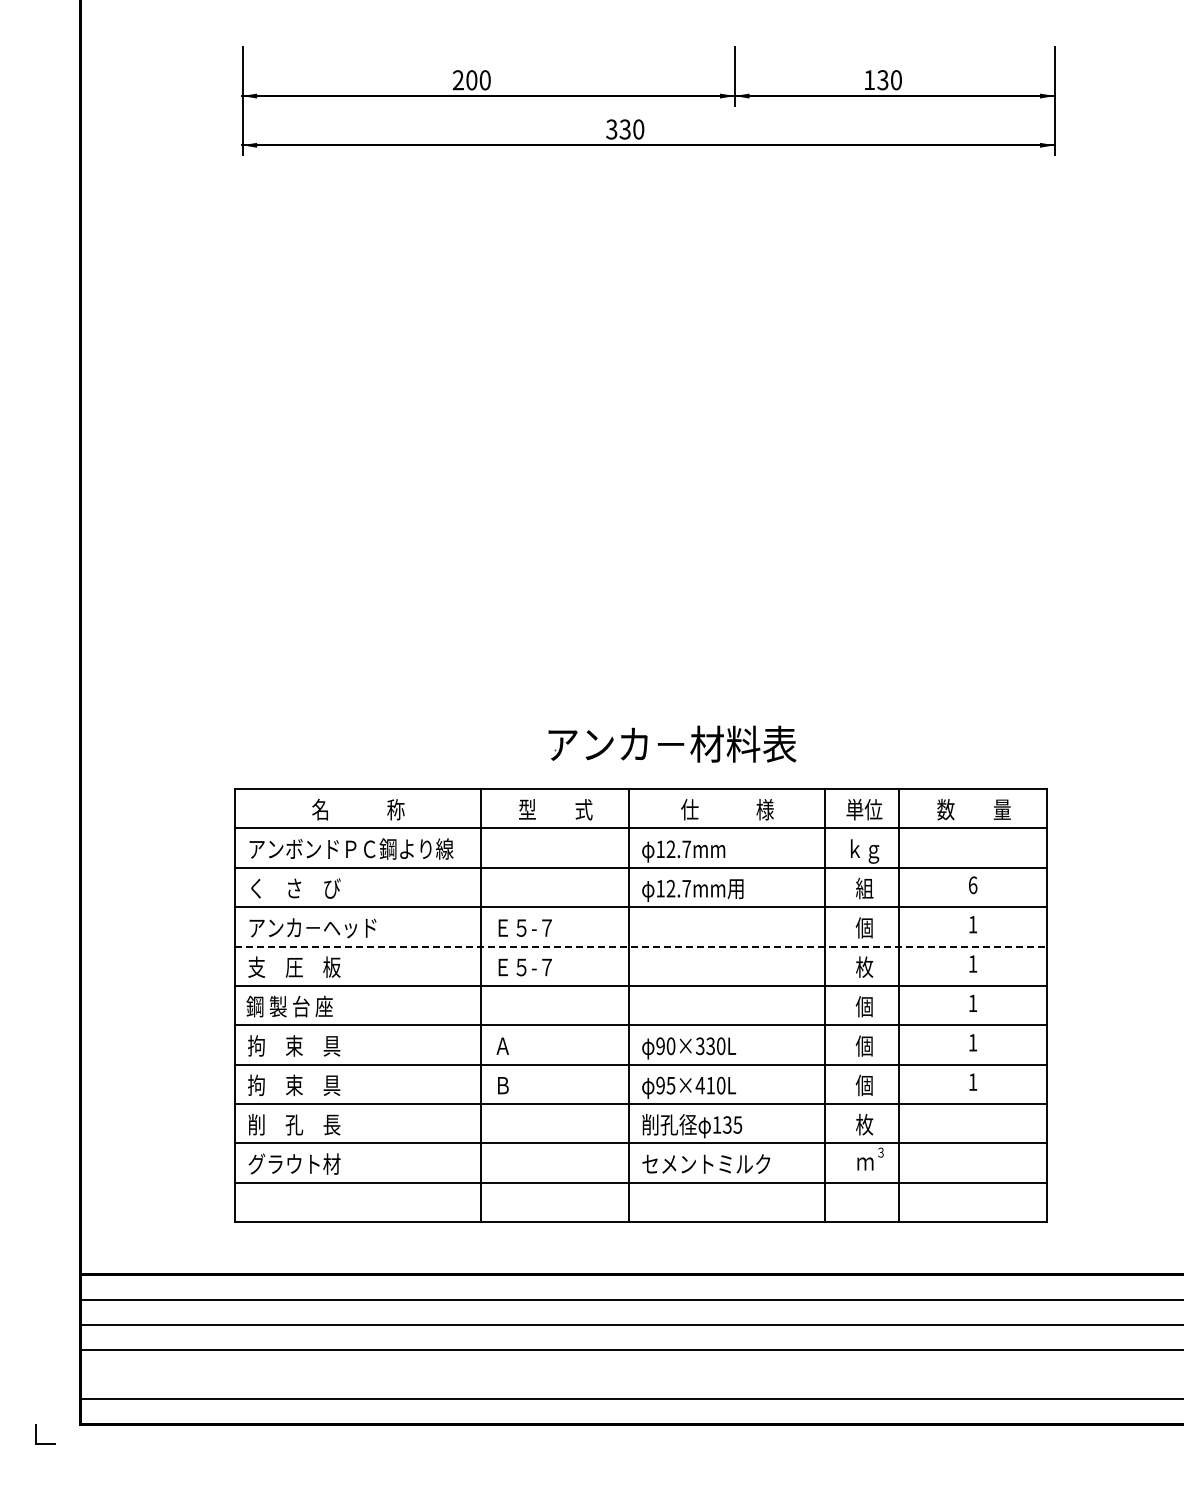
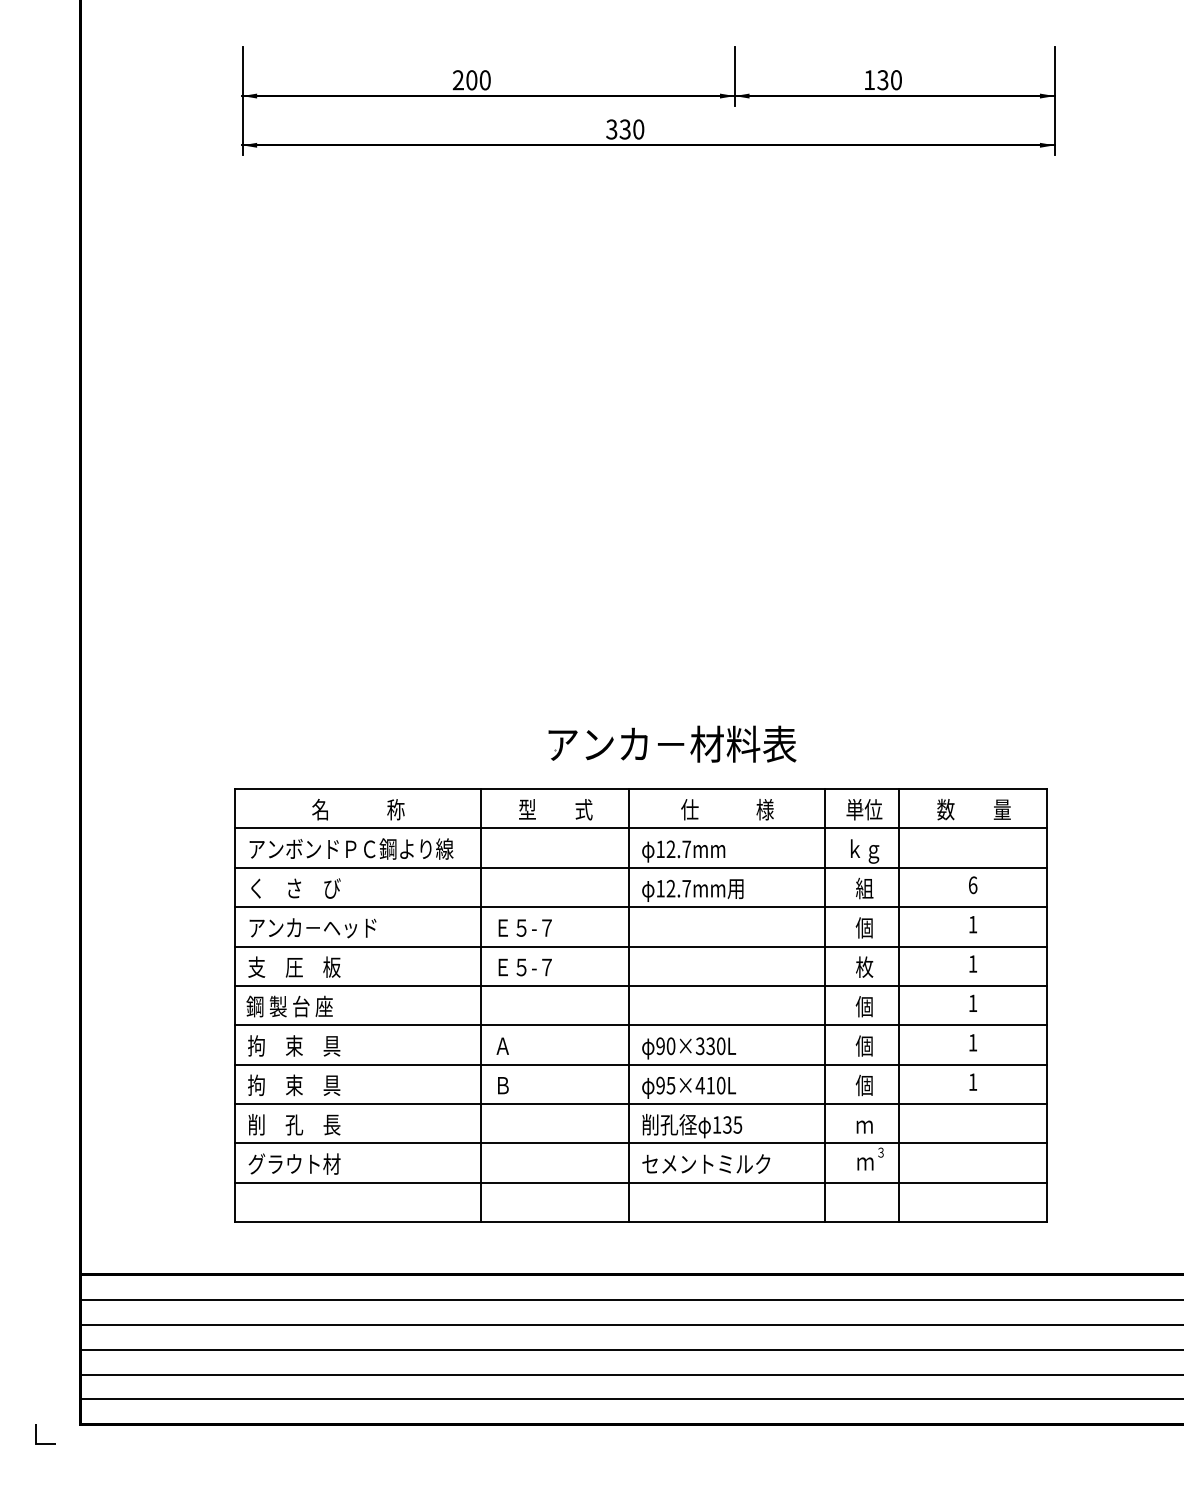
line at (641, 946): dashed -> solid
text at (864, 1124): 枚 -> ｍ
line at (630, 1374): none -> present
